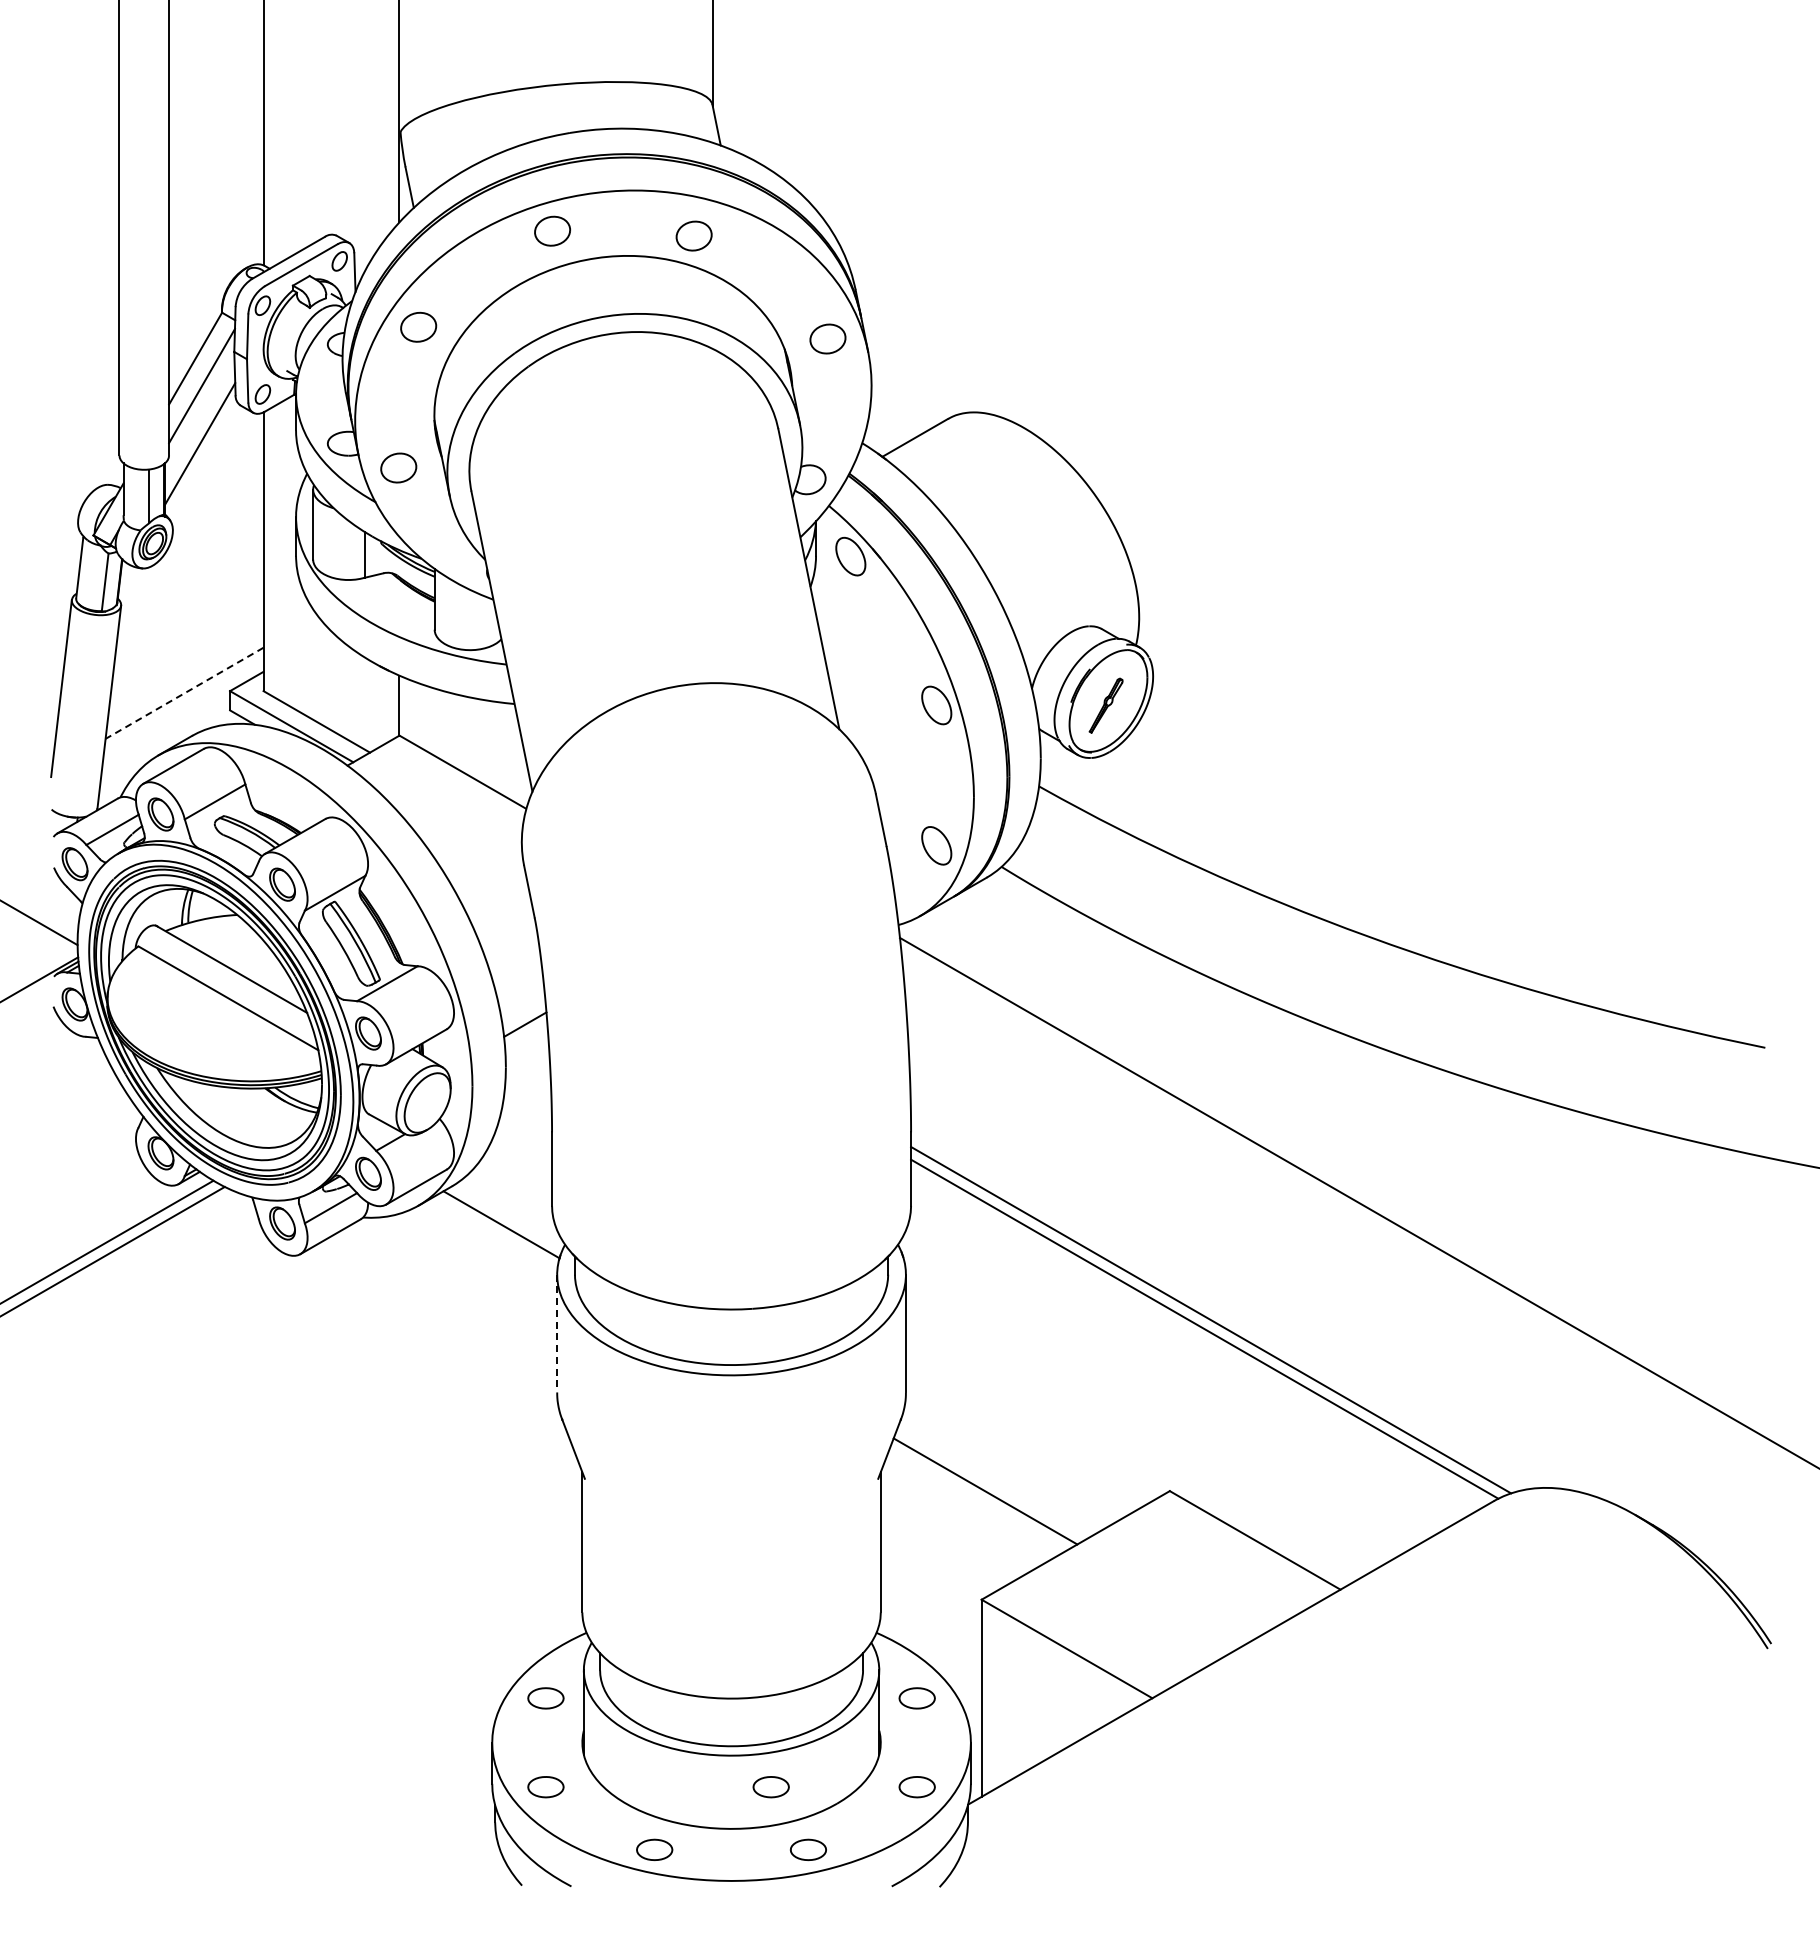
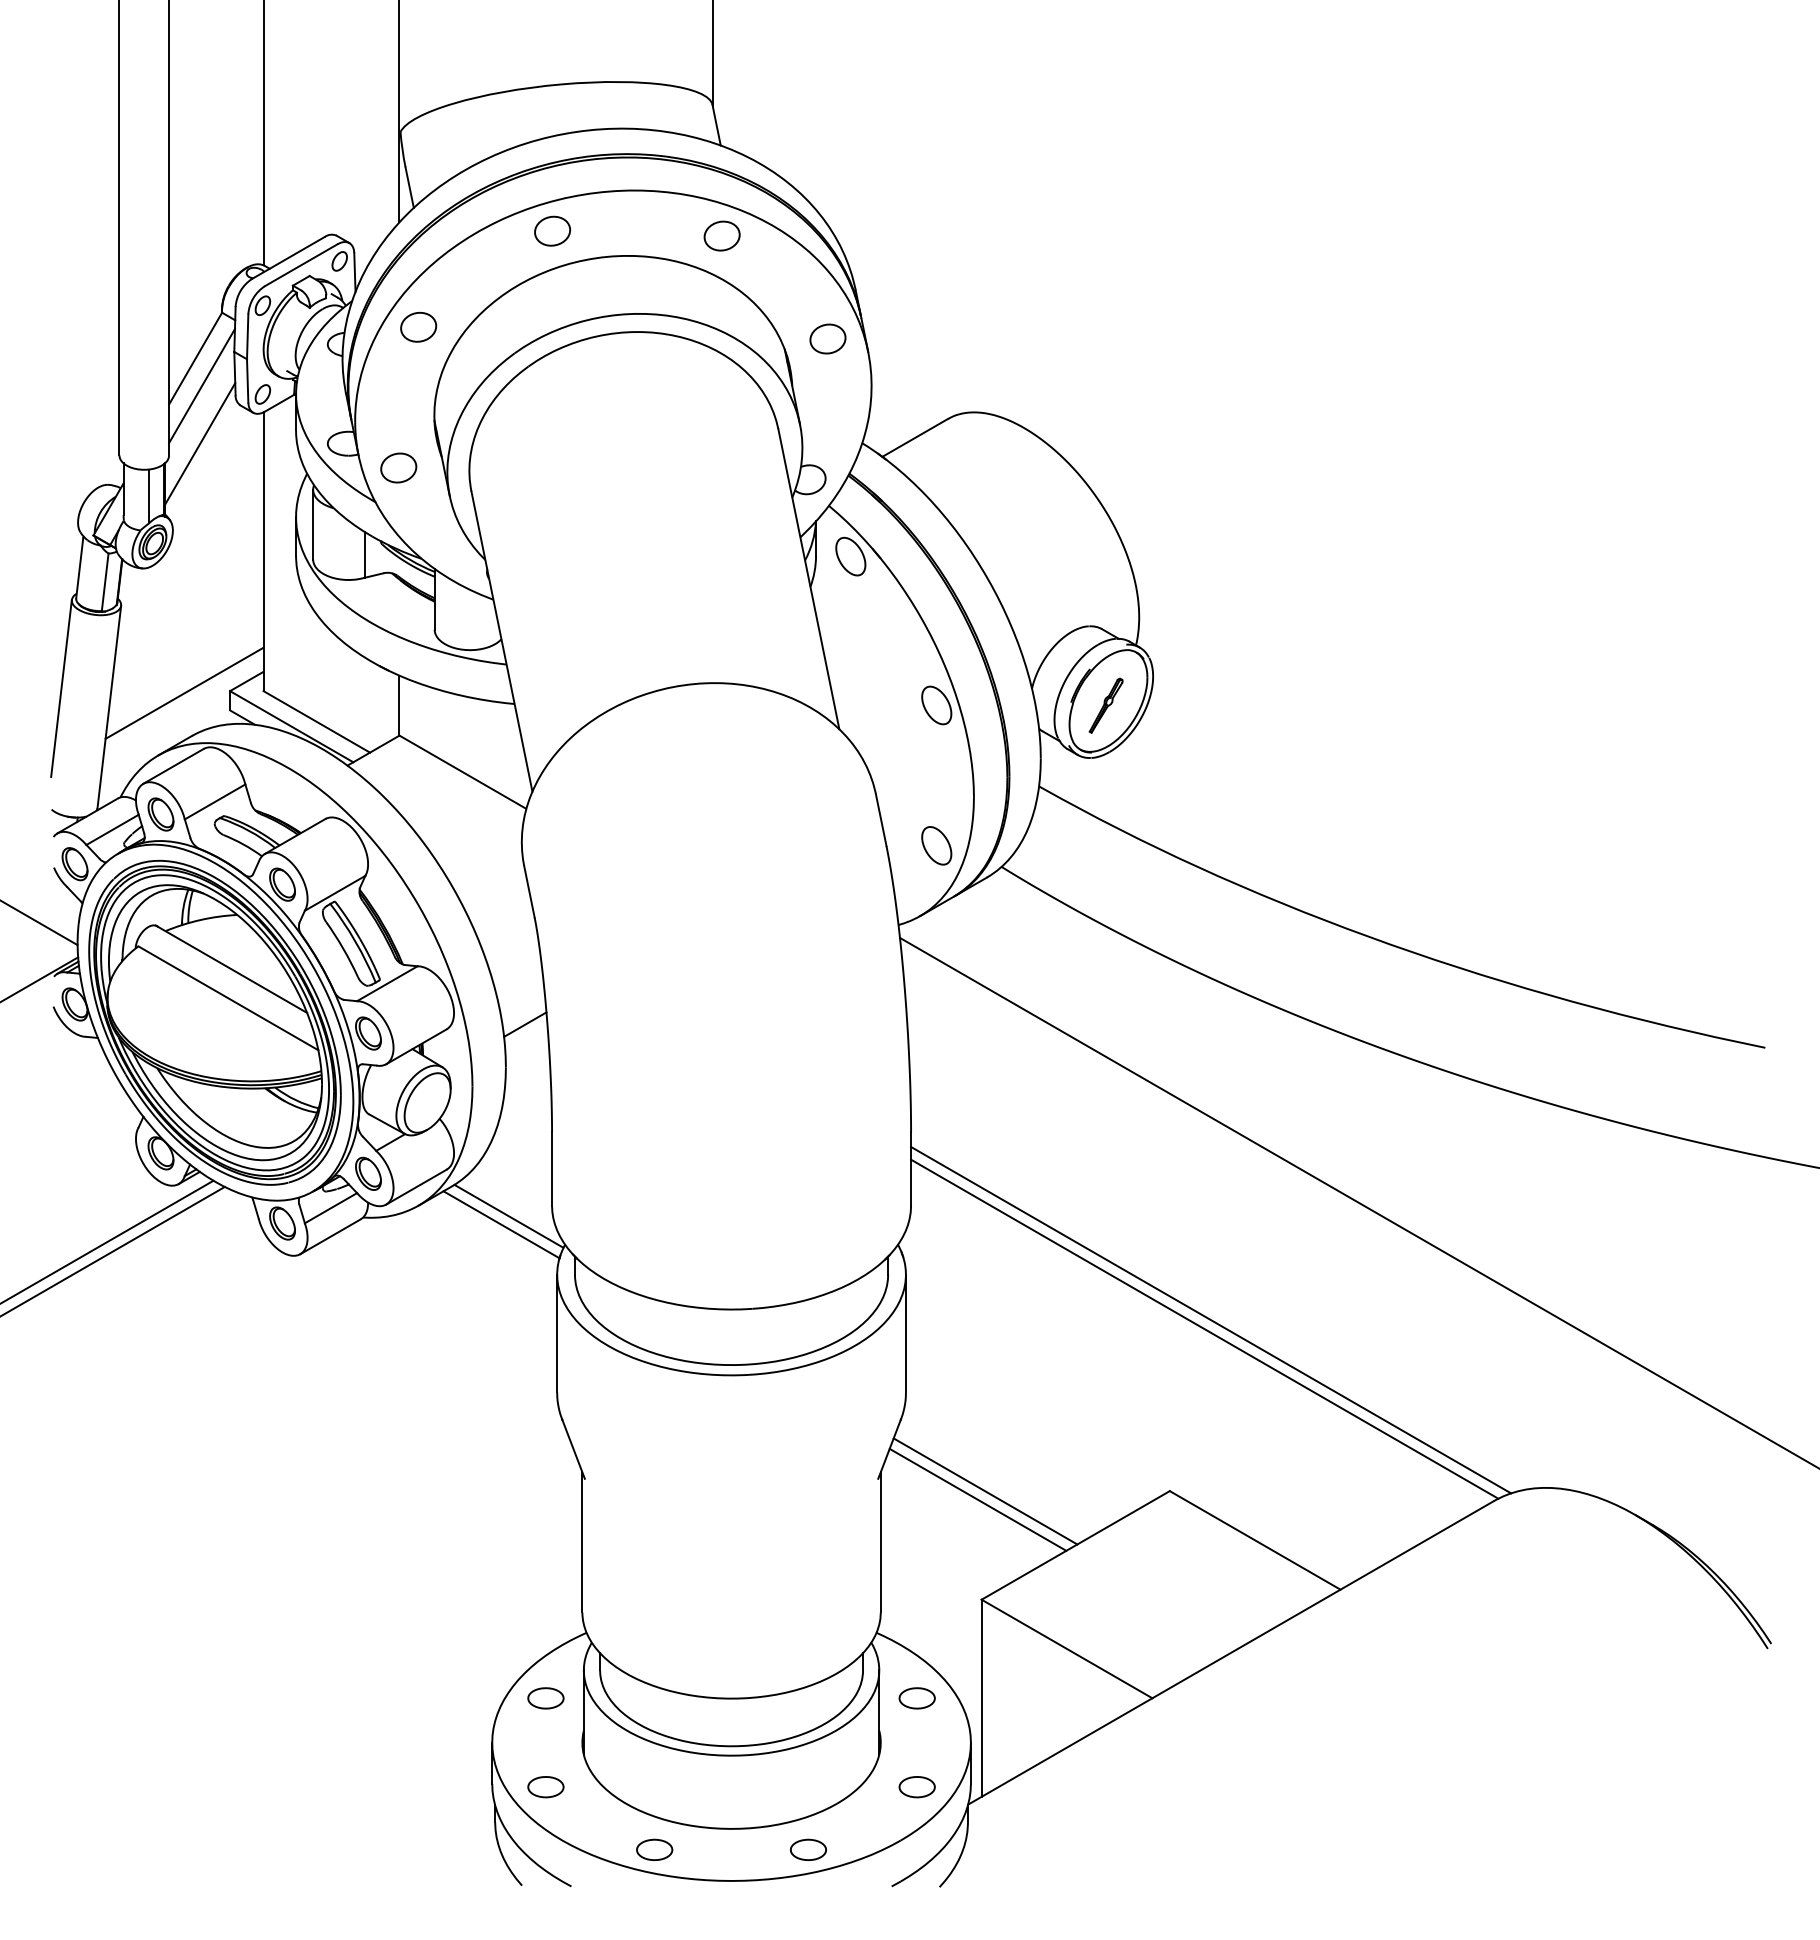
part at (693, 235) position: (693, 235) -> (721, 235)
line at (184, 693): dashed -> solid
line at (508, 1215): none -> present
line at (557, 1333): dashed -> solid
line at (977, 1499): none -> present
part at (770, 1787): present -> none
